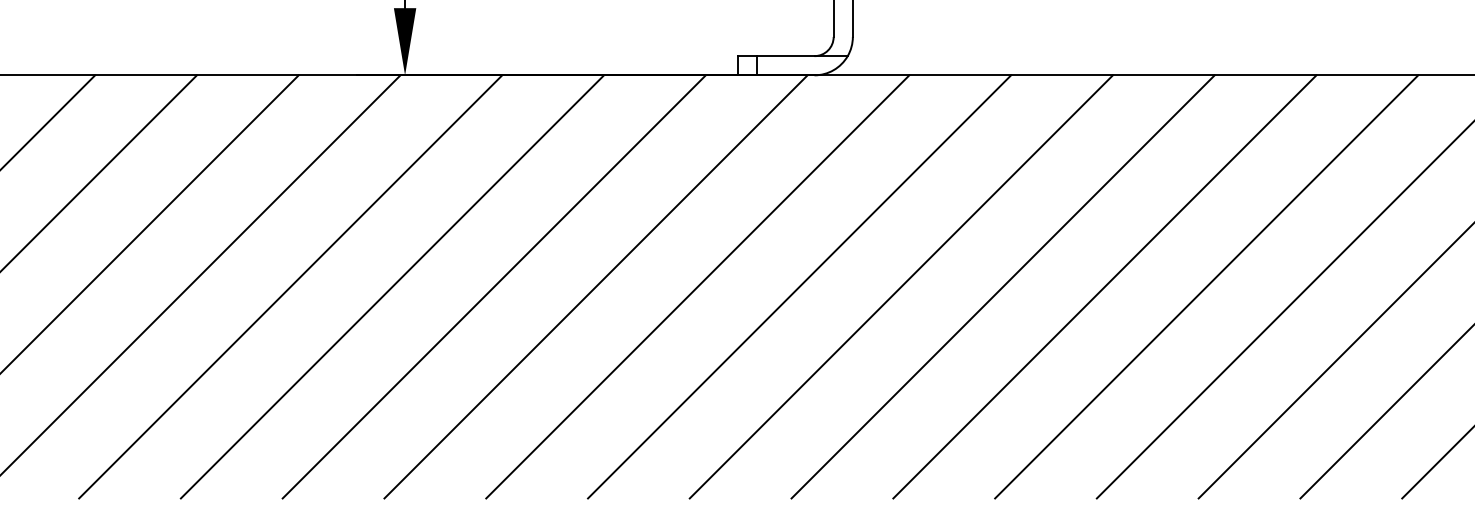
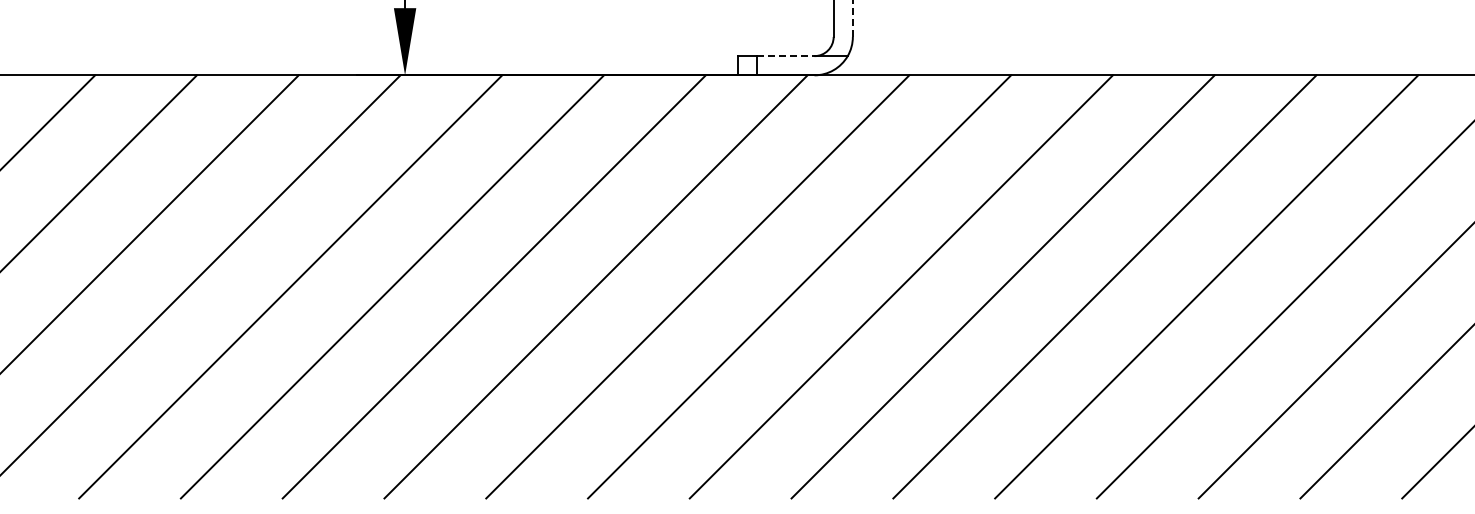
line at (852, 18): solid -> dashed
line at (785, 56): solid -> dashed
